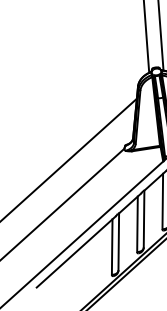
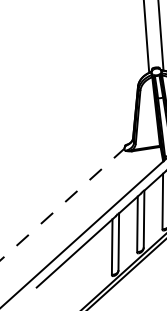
line at (69, 158): present -> none
line at (62, 204): solid -> dashed
